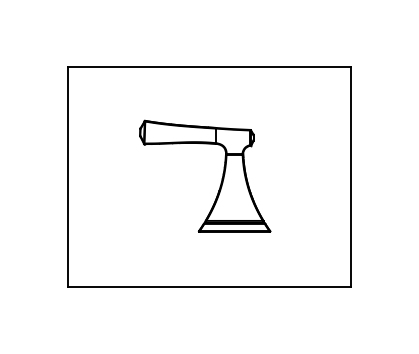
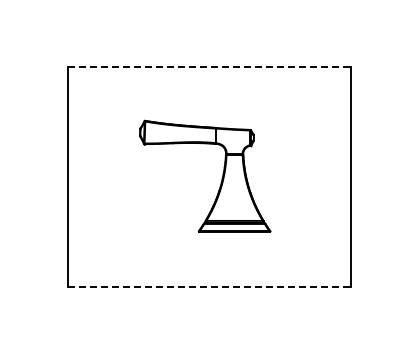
line at (209, 67): solid -> dashed
line at (209, 286): solid -> dashed
